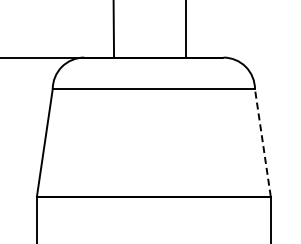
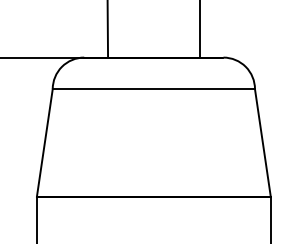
line at (113, 29) position: (113, 29) -> (107, 29)
line at (185, 29) position: (185, 29) -> (199, 29)
line at (262, 142): dashed -> solid
